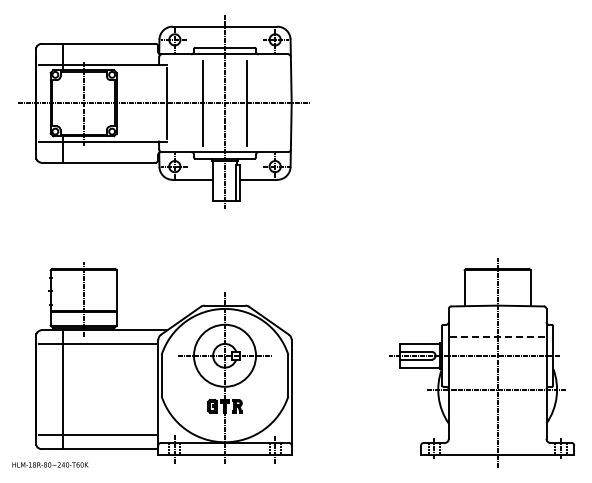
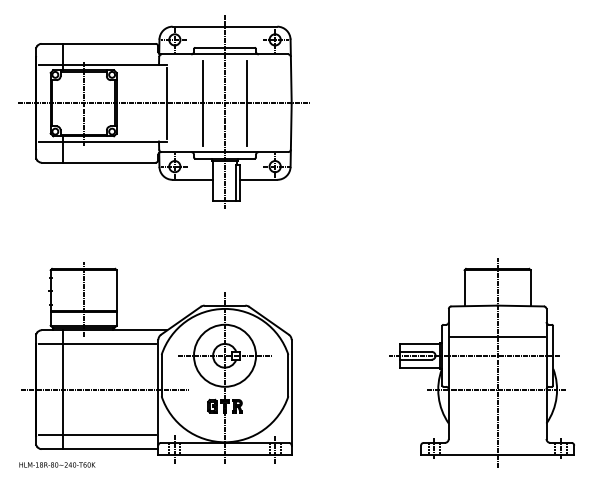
line at (498, 336): dashed -> solid
line at (105, 389): none -> present
text at (50, 464) position: (50, 464) -> (57, 464)
